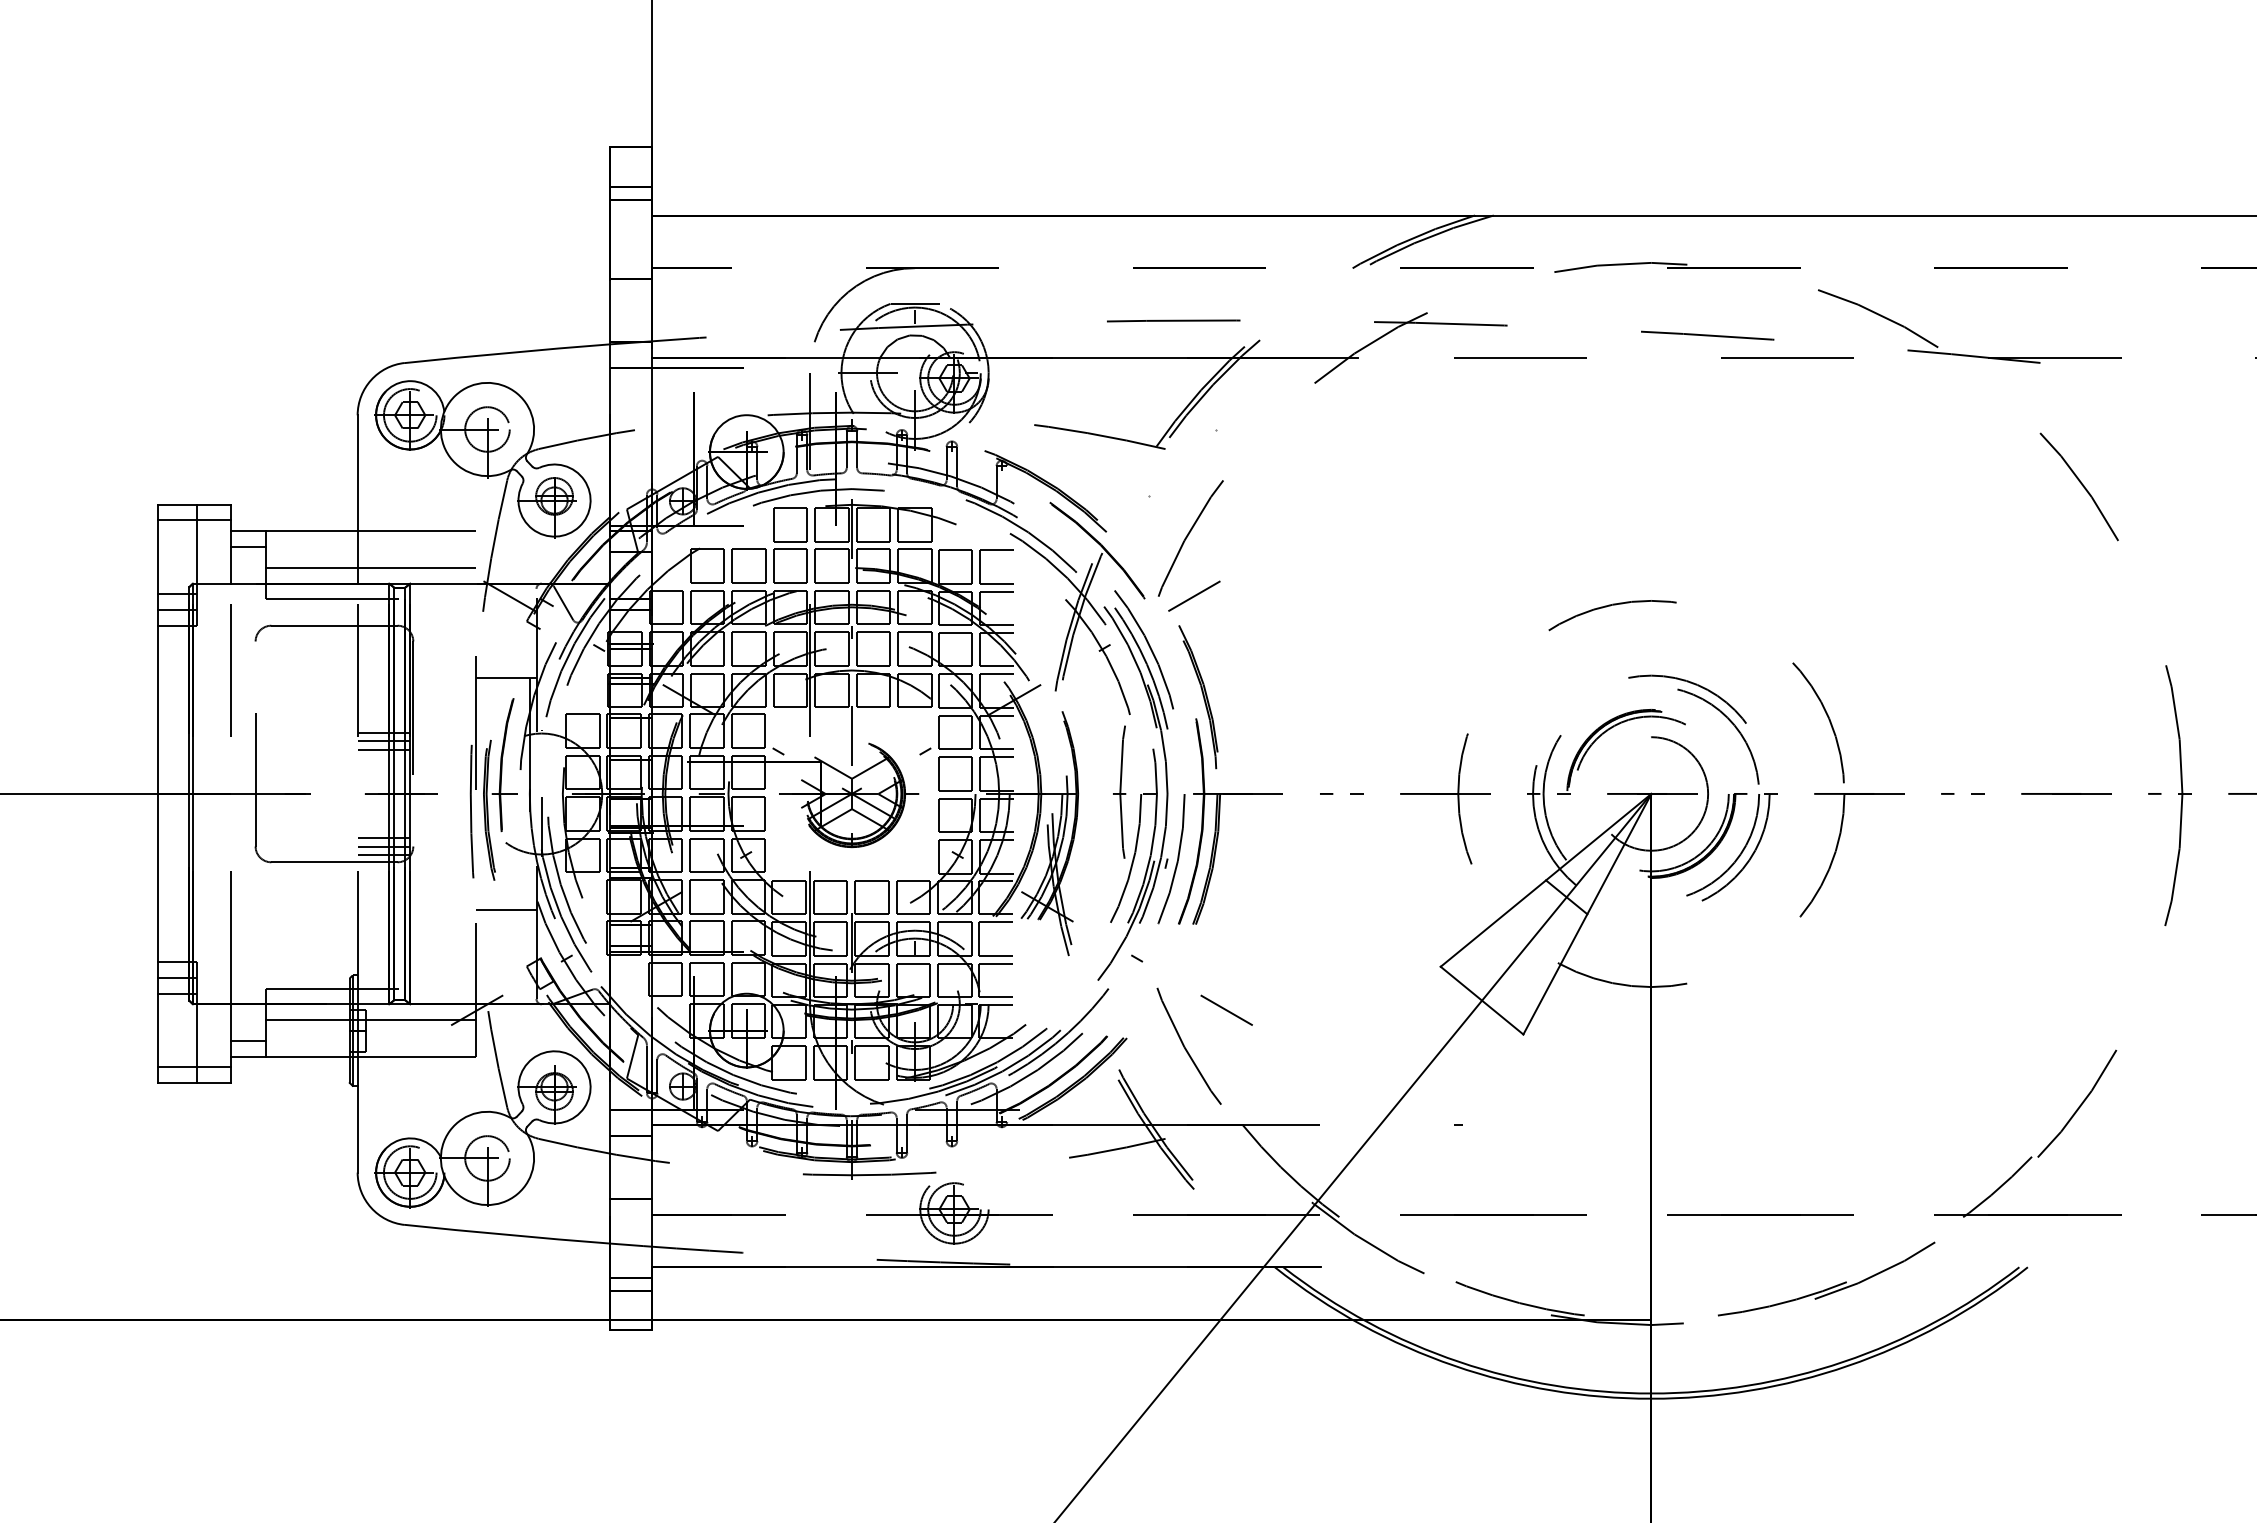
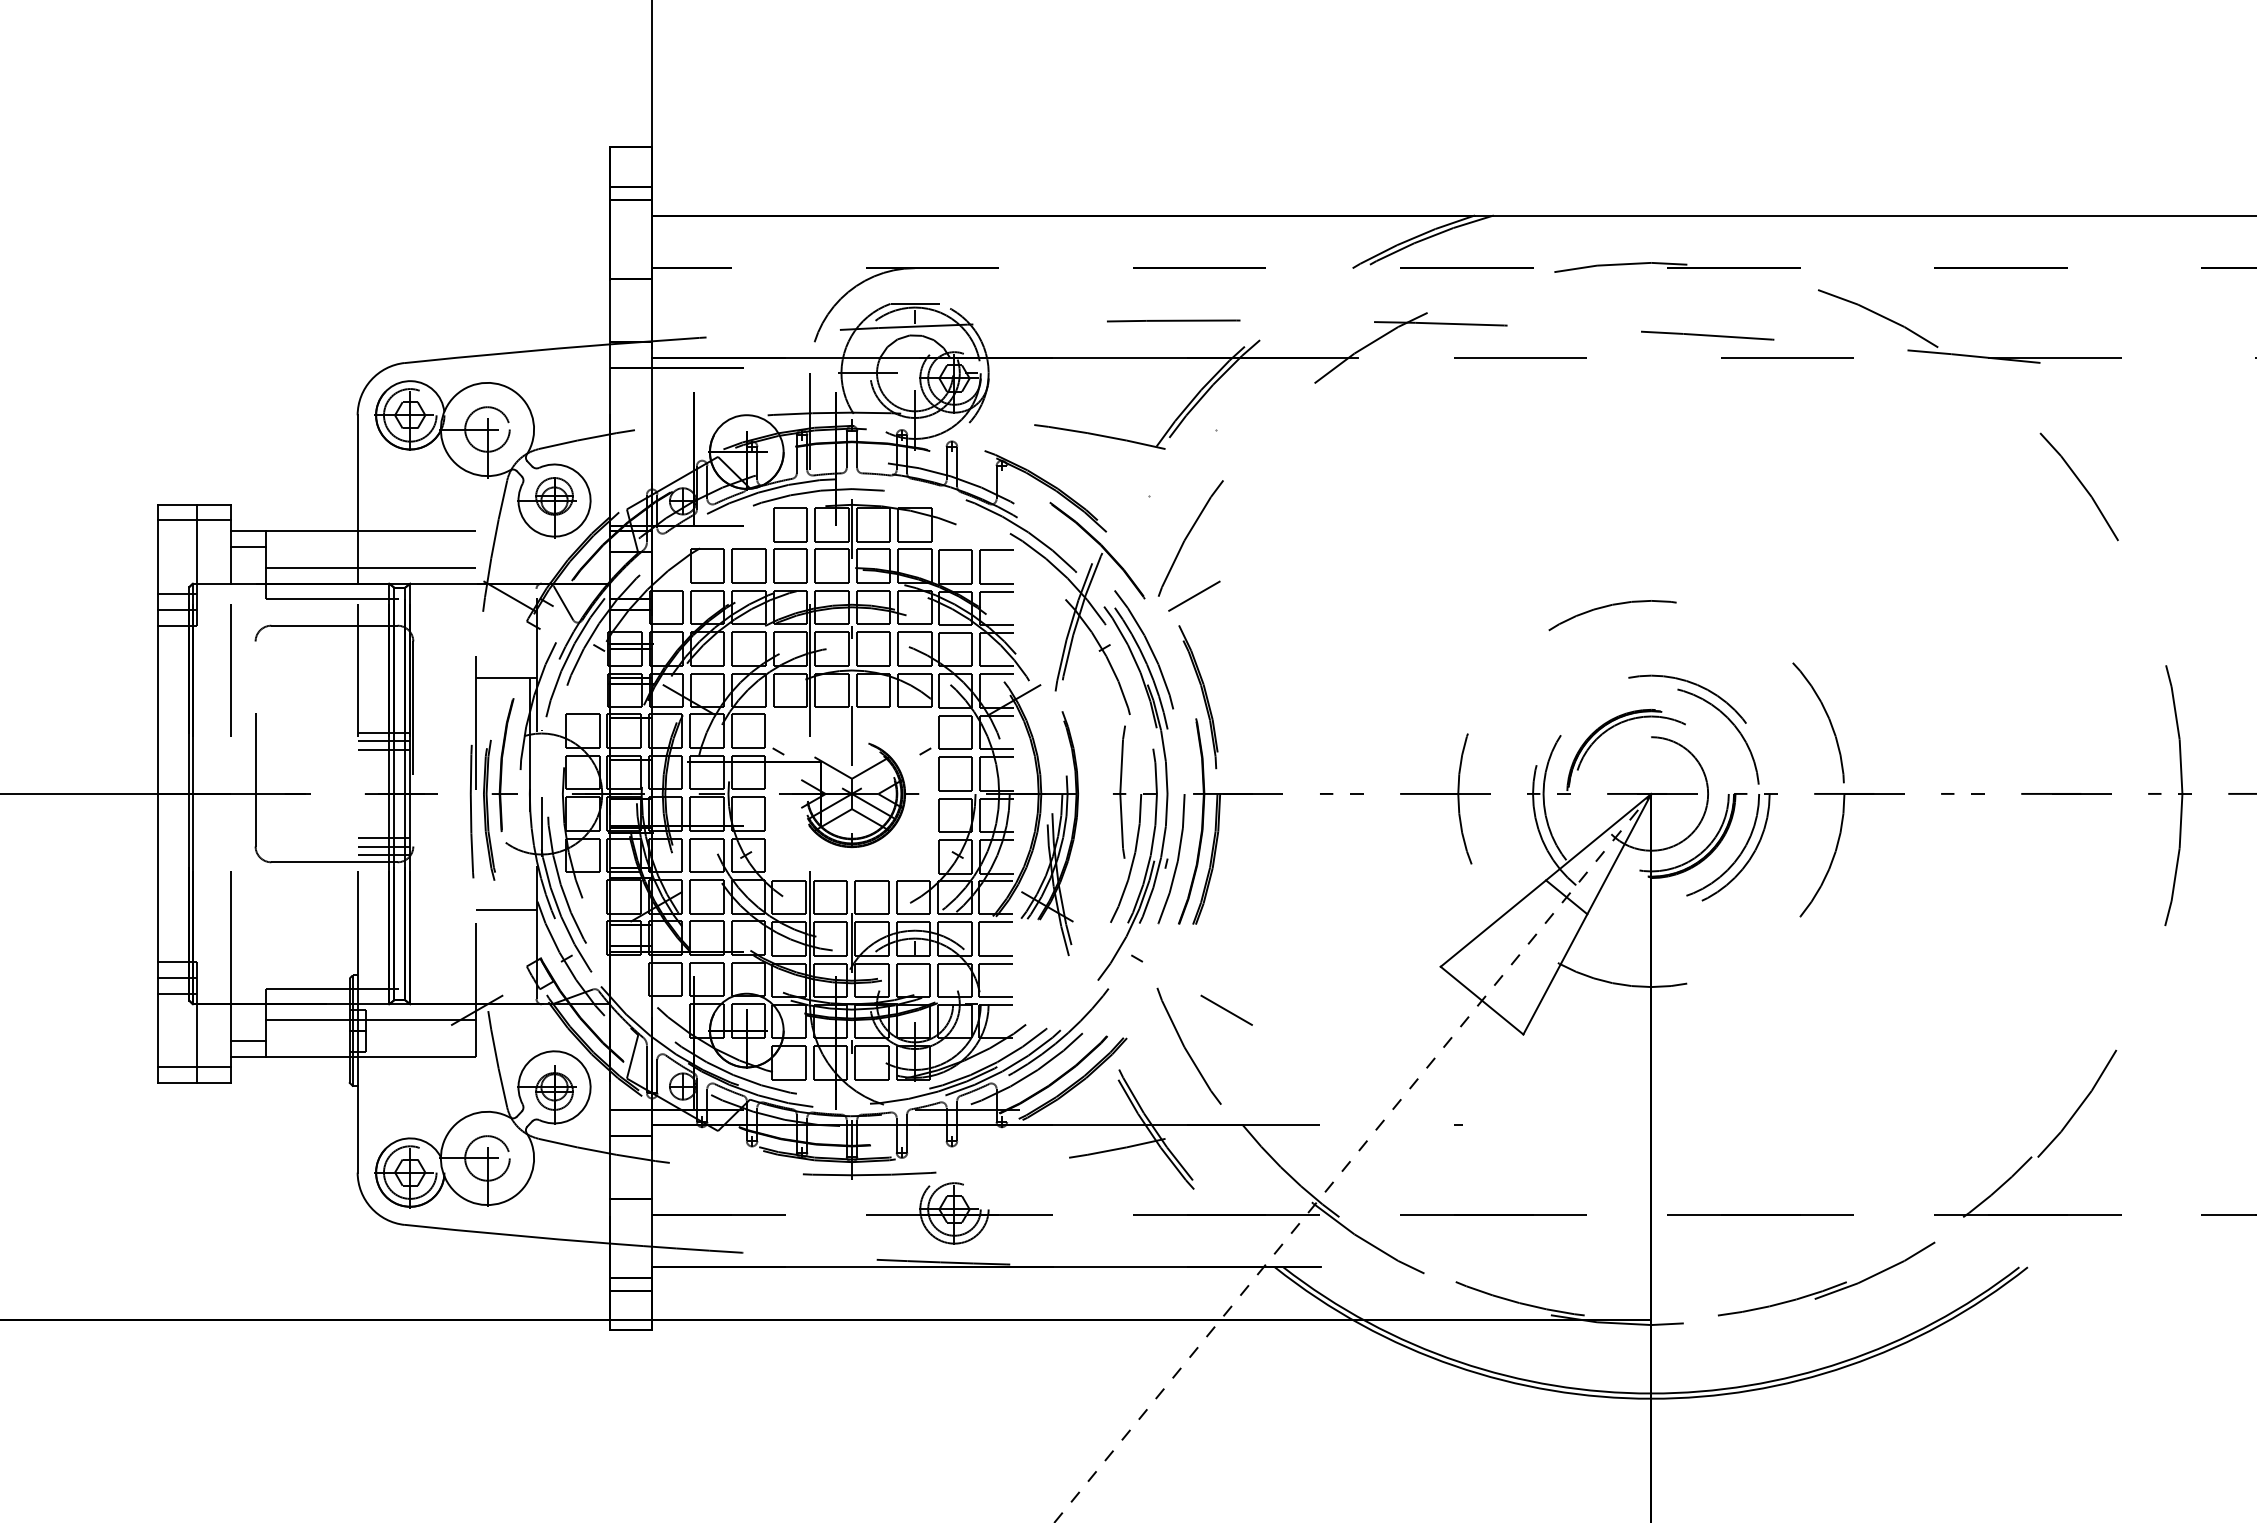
line at (1352, 1158): solid -> dashed
